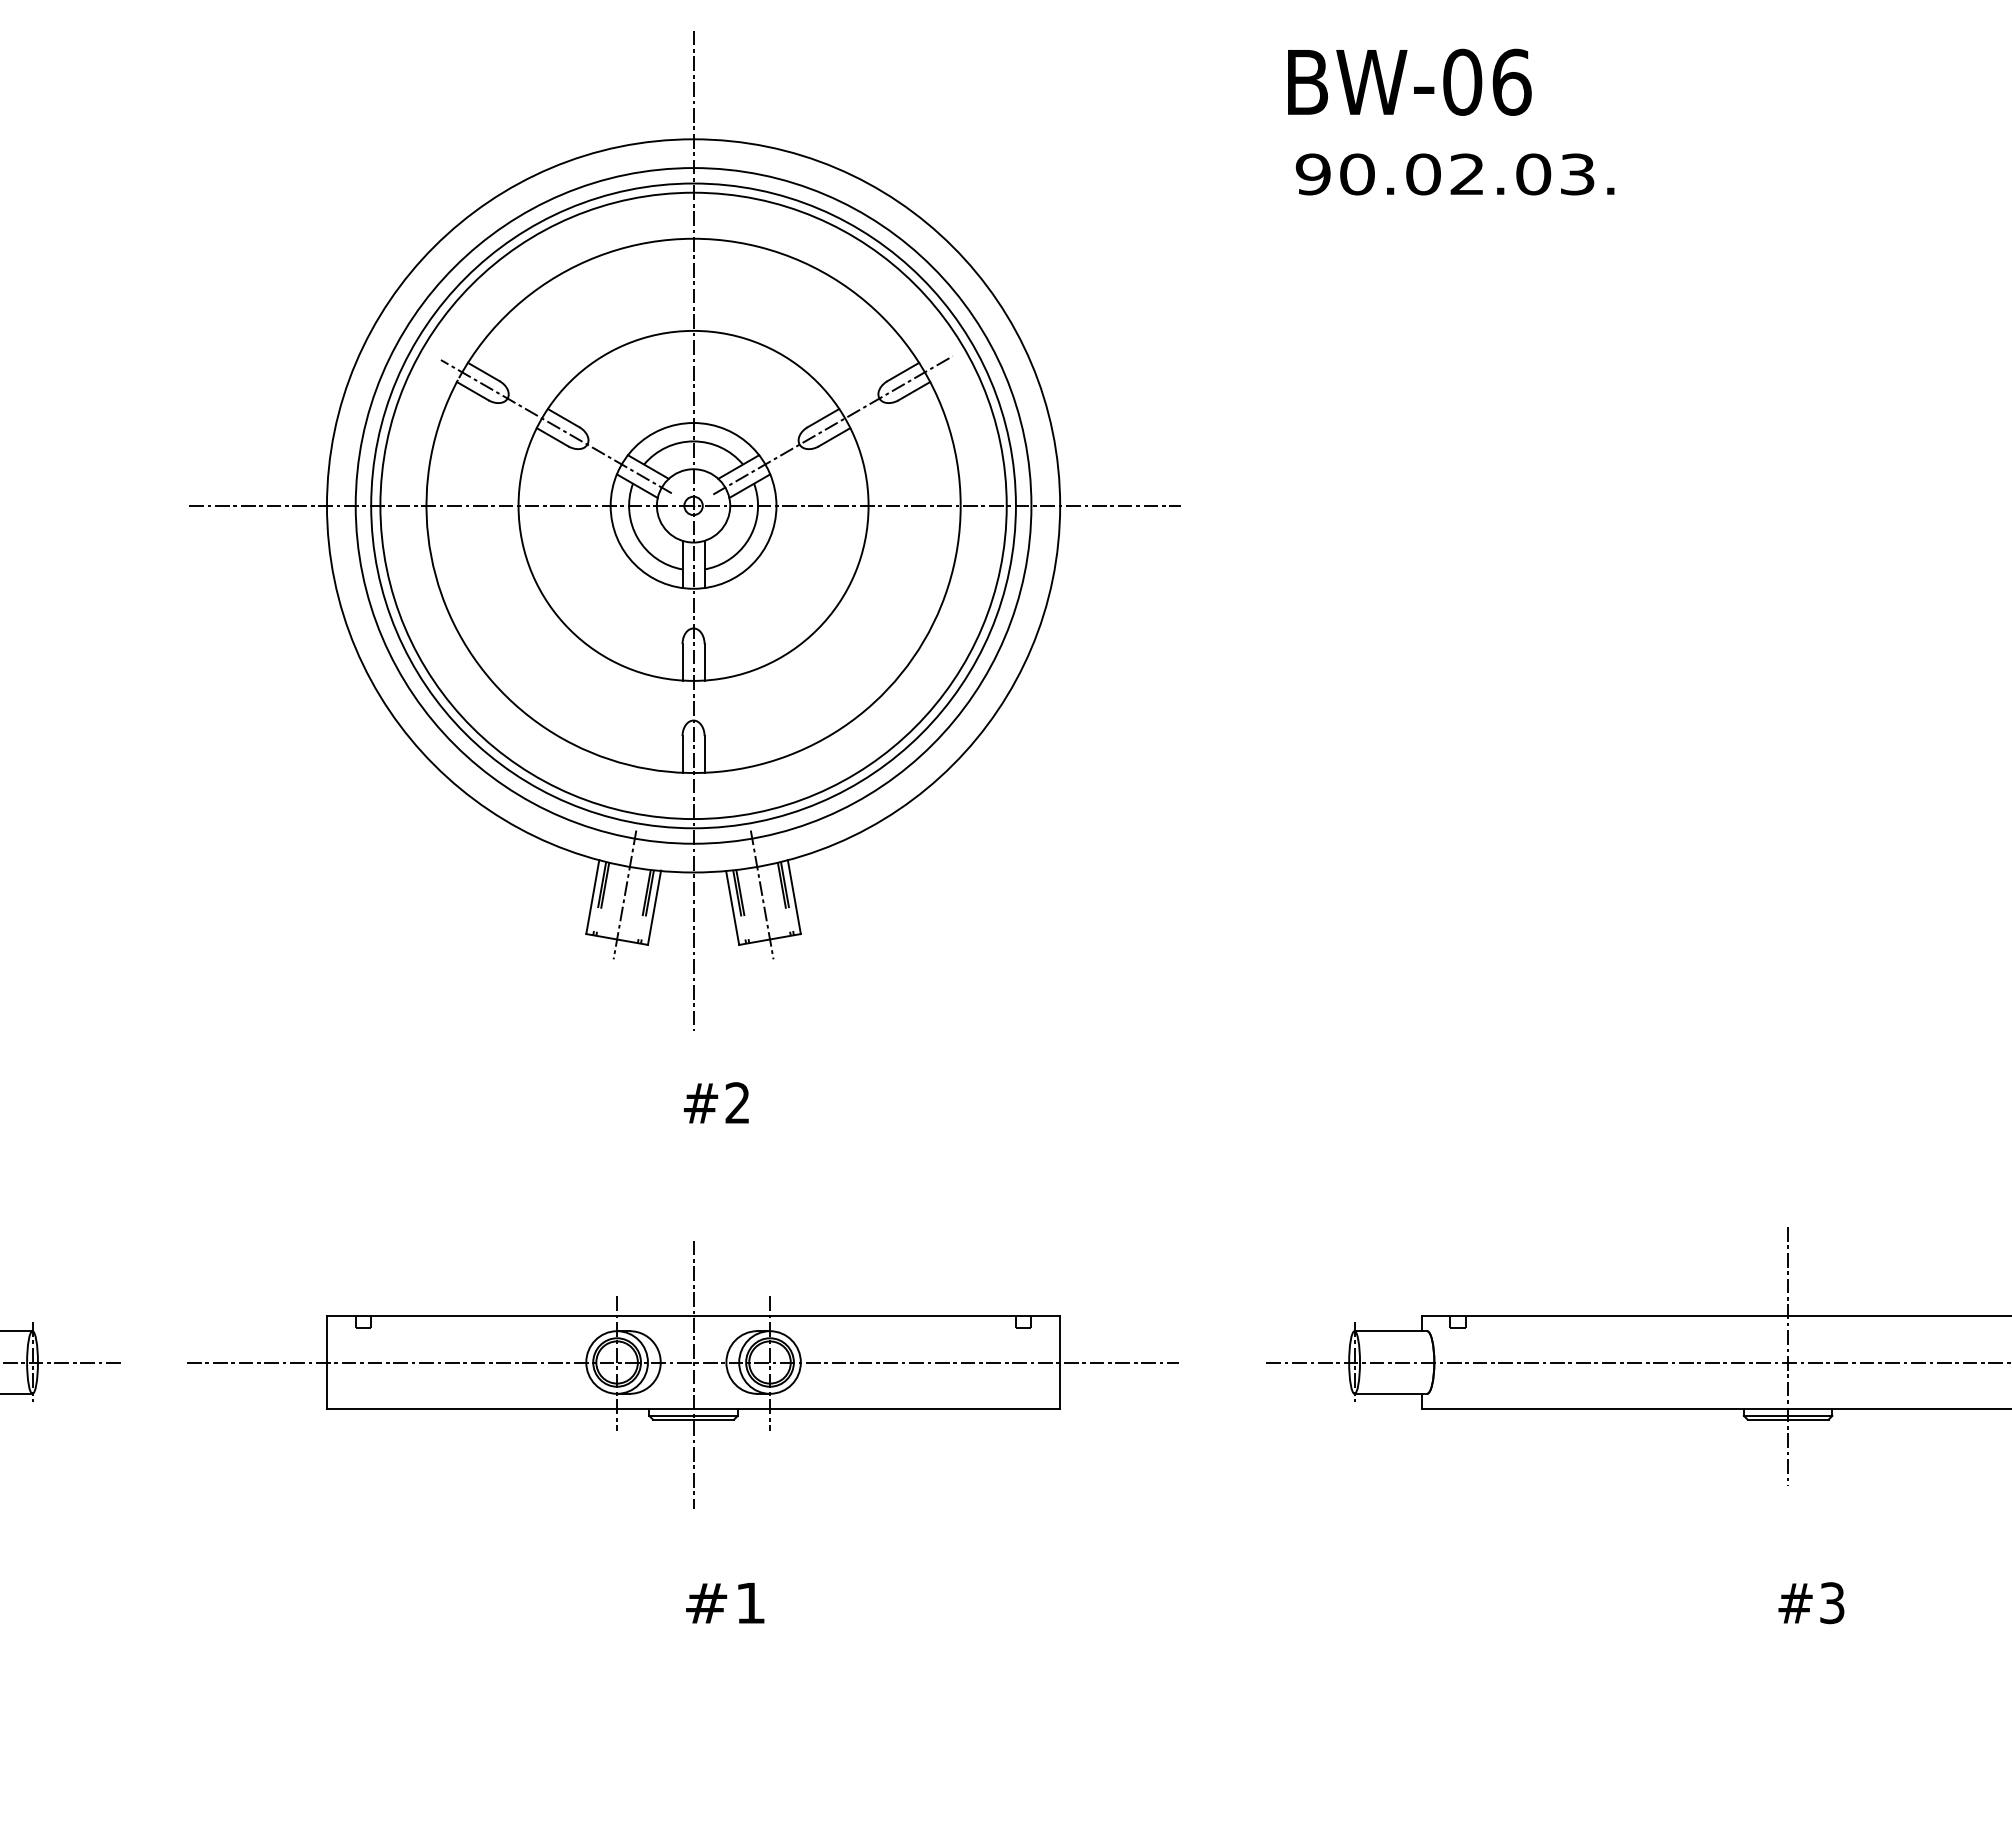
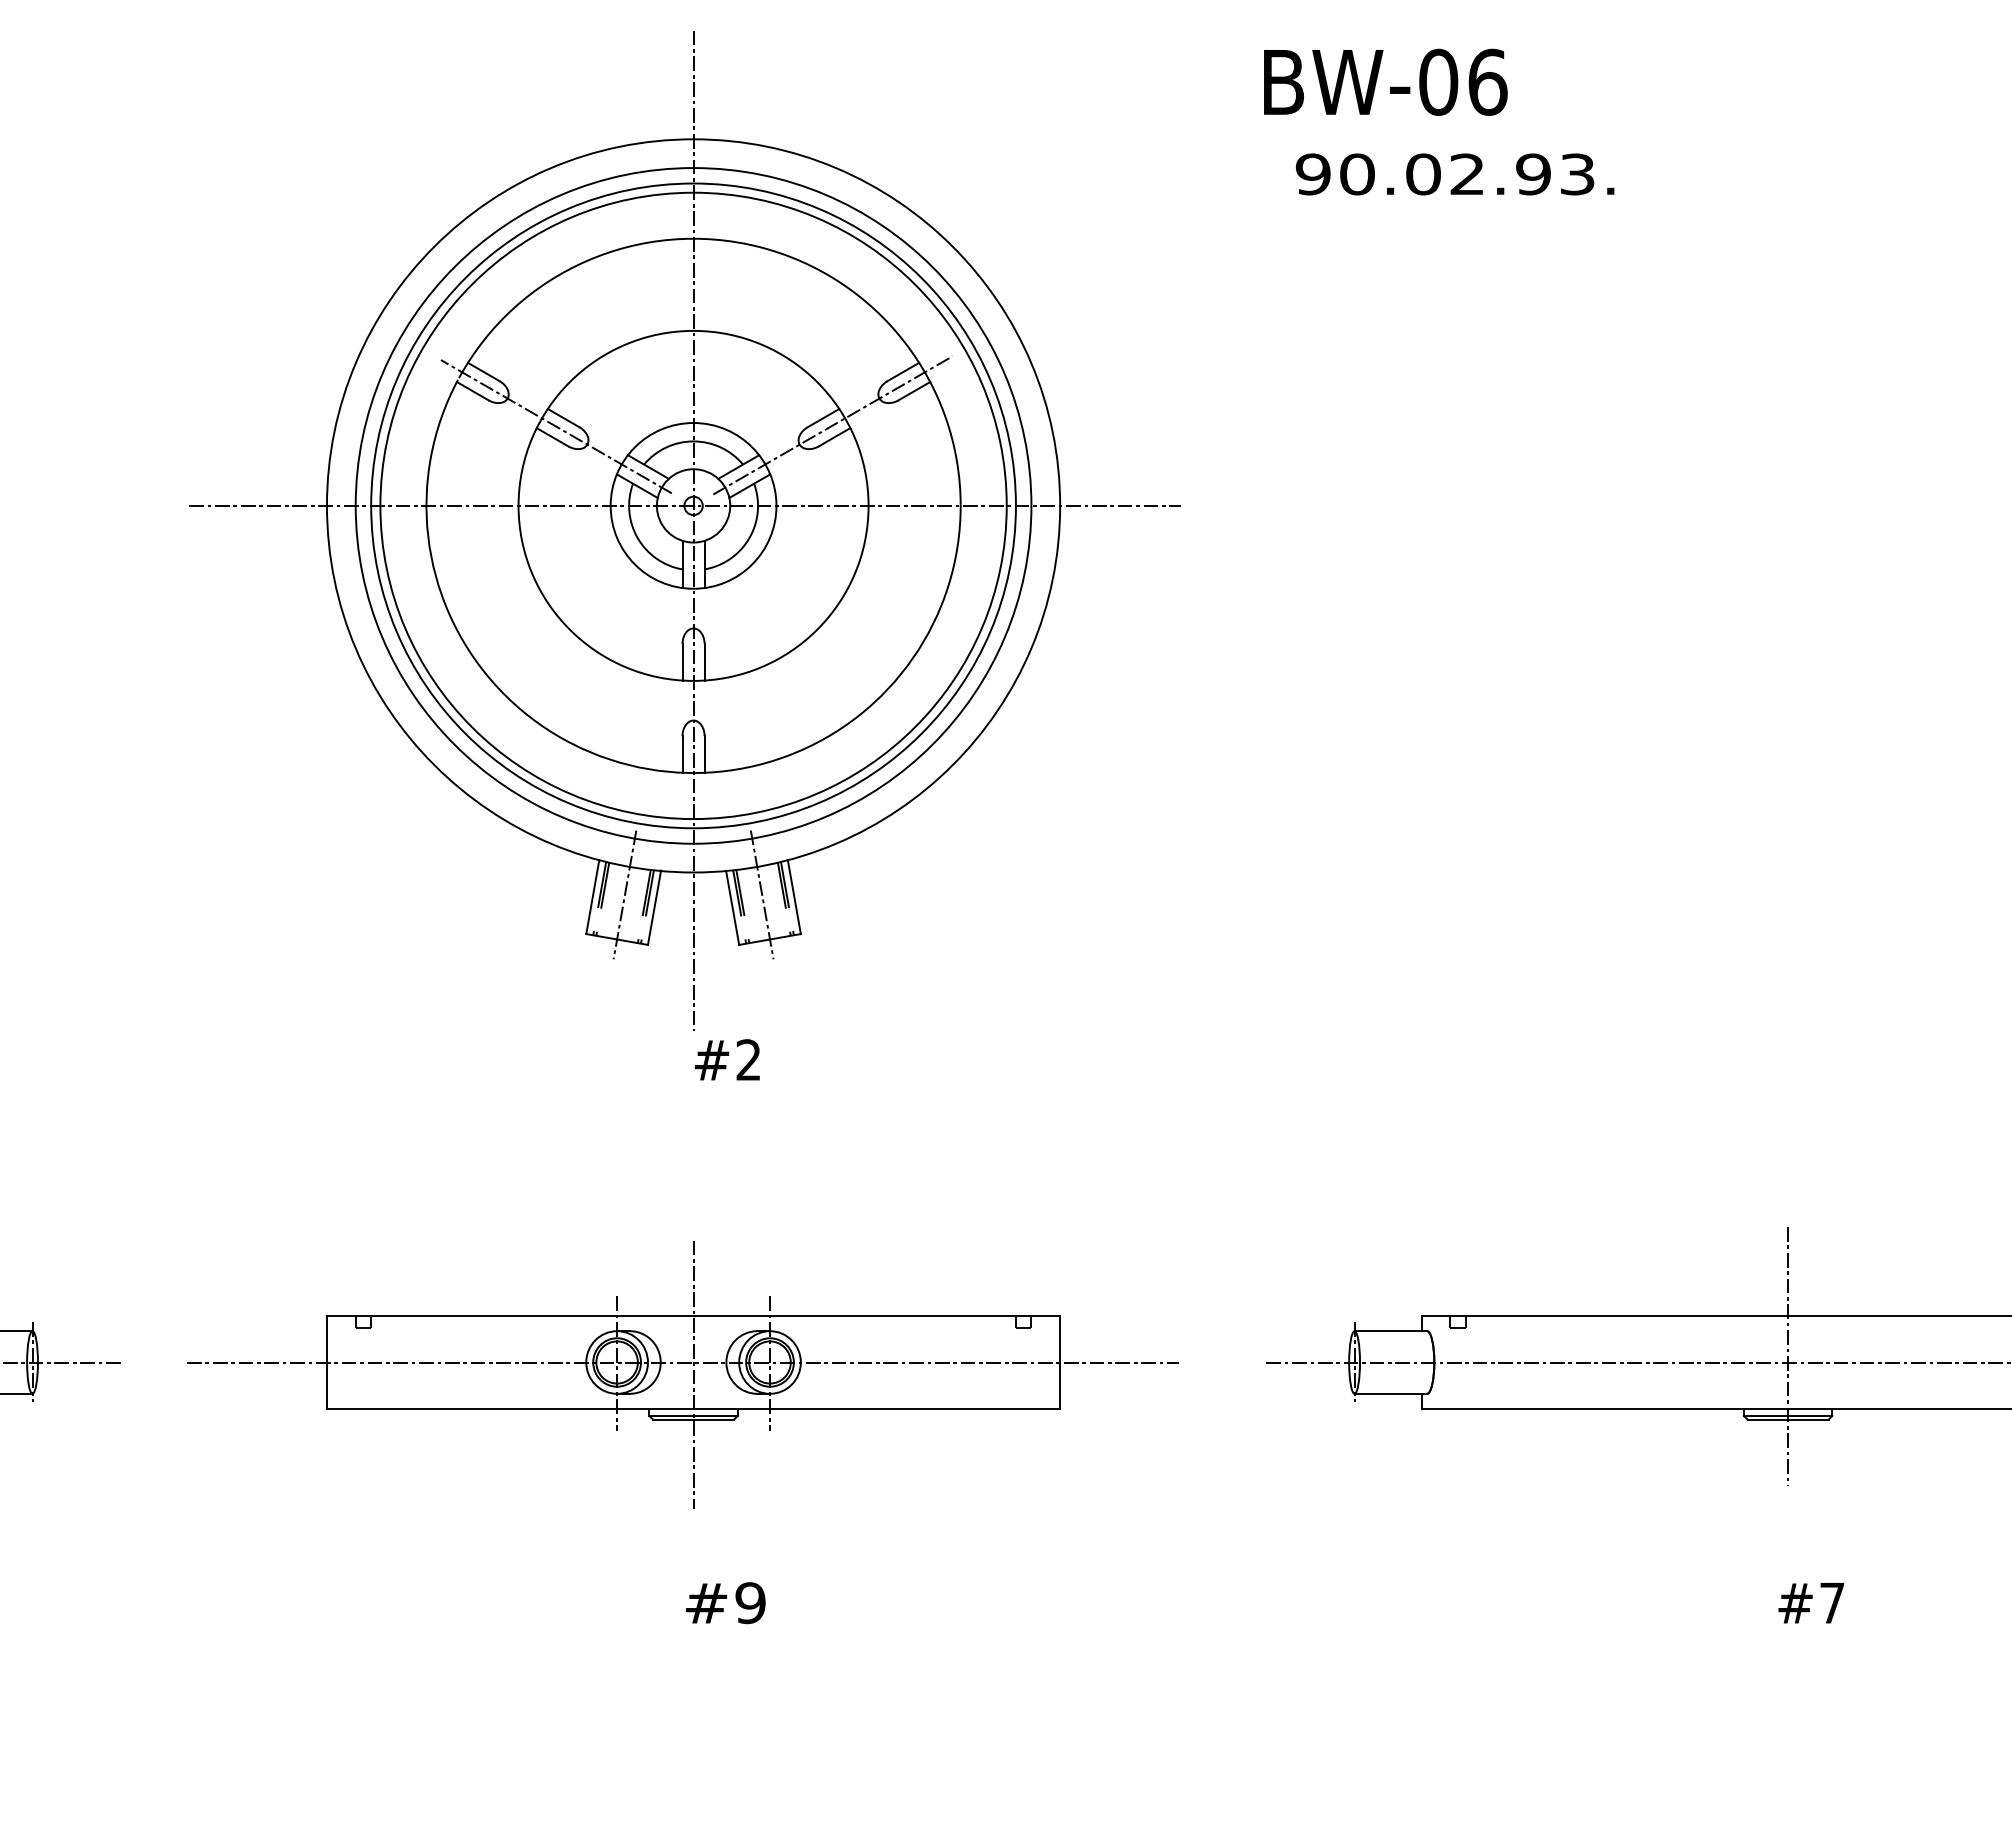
text at (1409, 81) position: (1409, 81) -> (1385, 81)
text at (1533, 174): 90.02.03. -> 90.02.93.
text at (716, 1102) position: (716, 1102) -> (727, 1059)
text at (750, 1603): #1 -> #9
text at (1832, 1603): #3 -> #7
